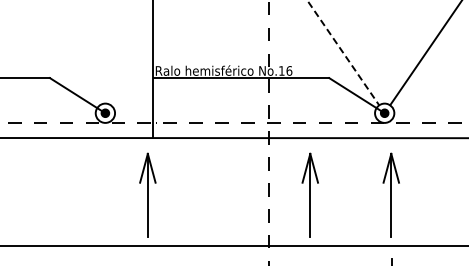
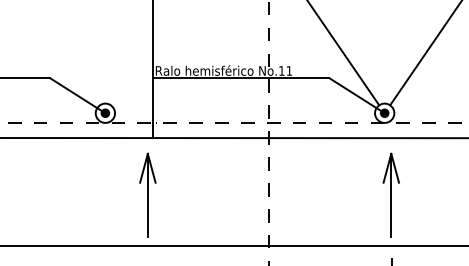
line at (343, 53): dashed -> solid
text at (289, 70): No.16 -> No.11
part at (309, 194): present -> none
